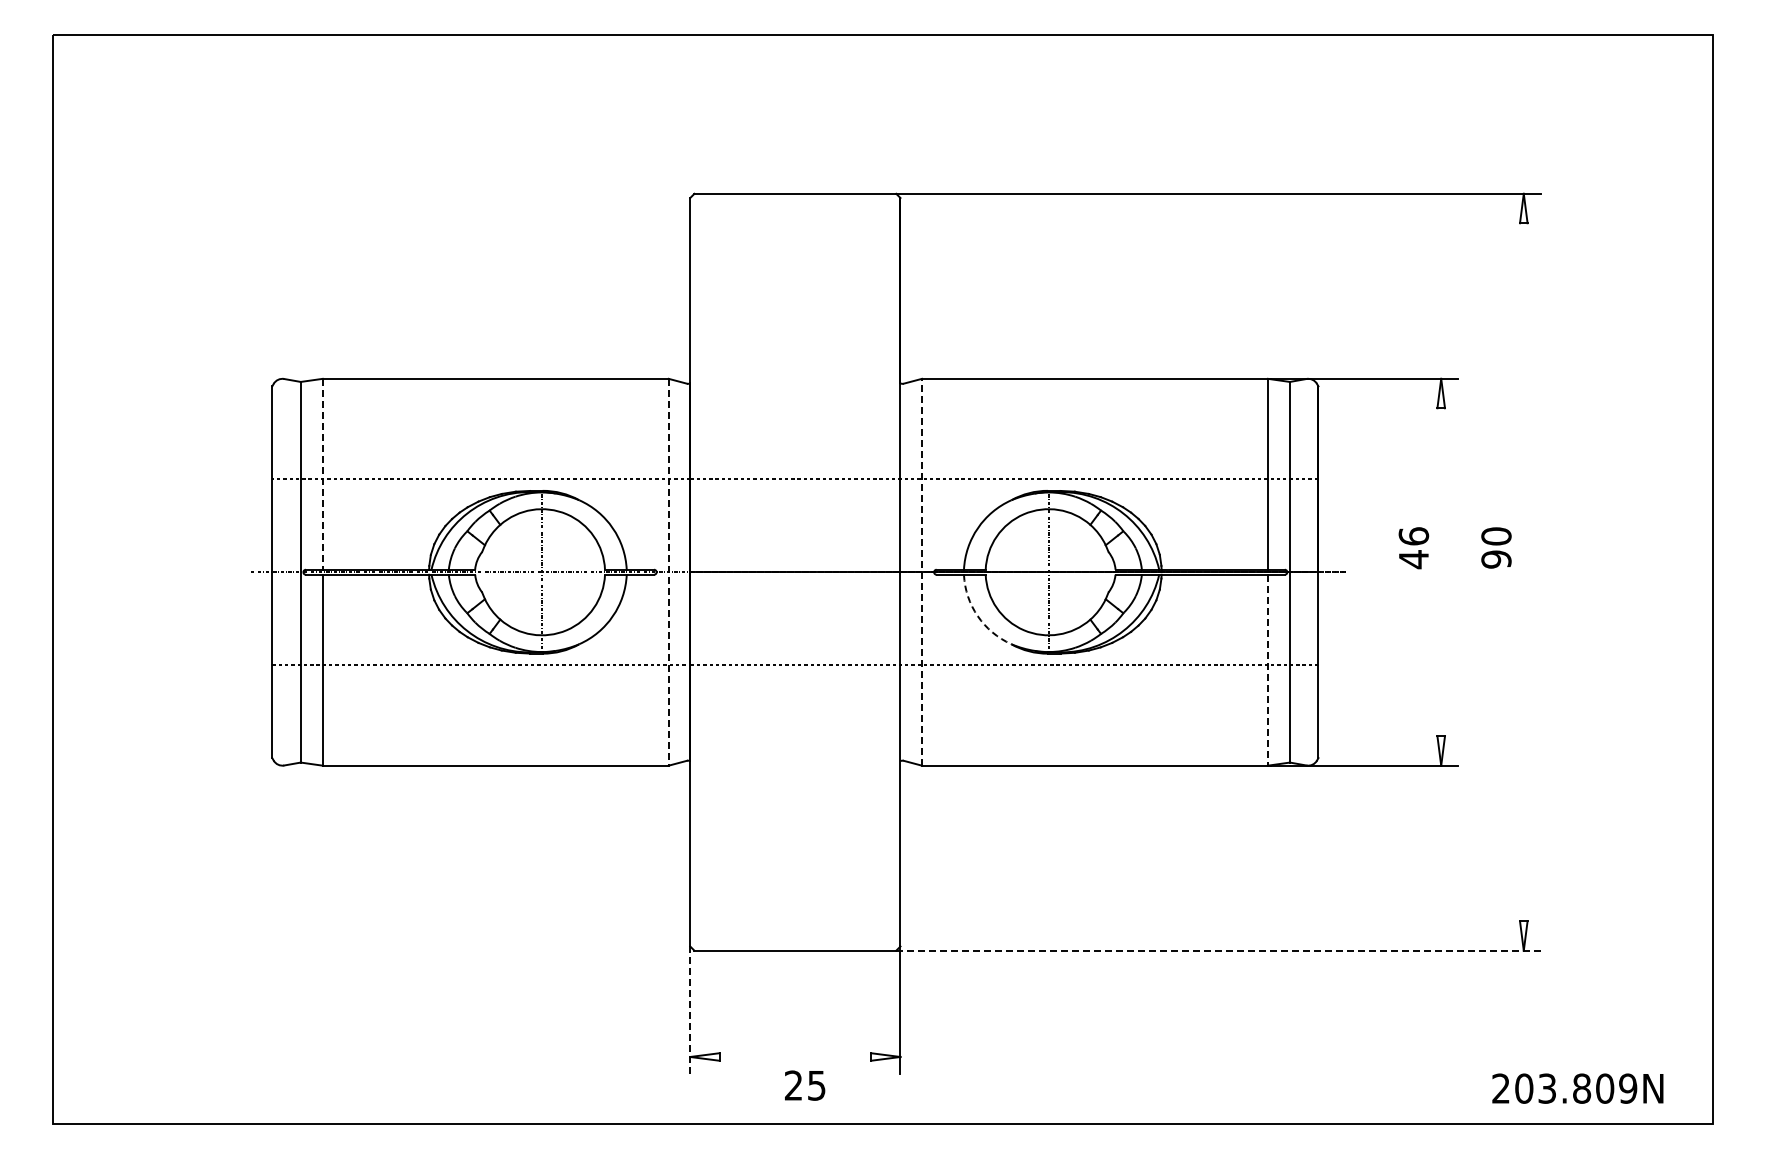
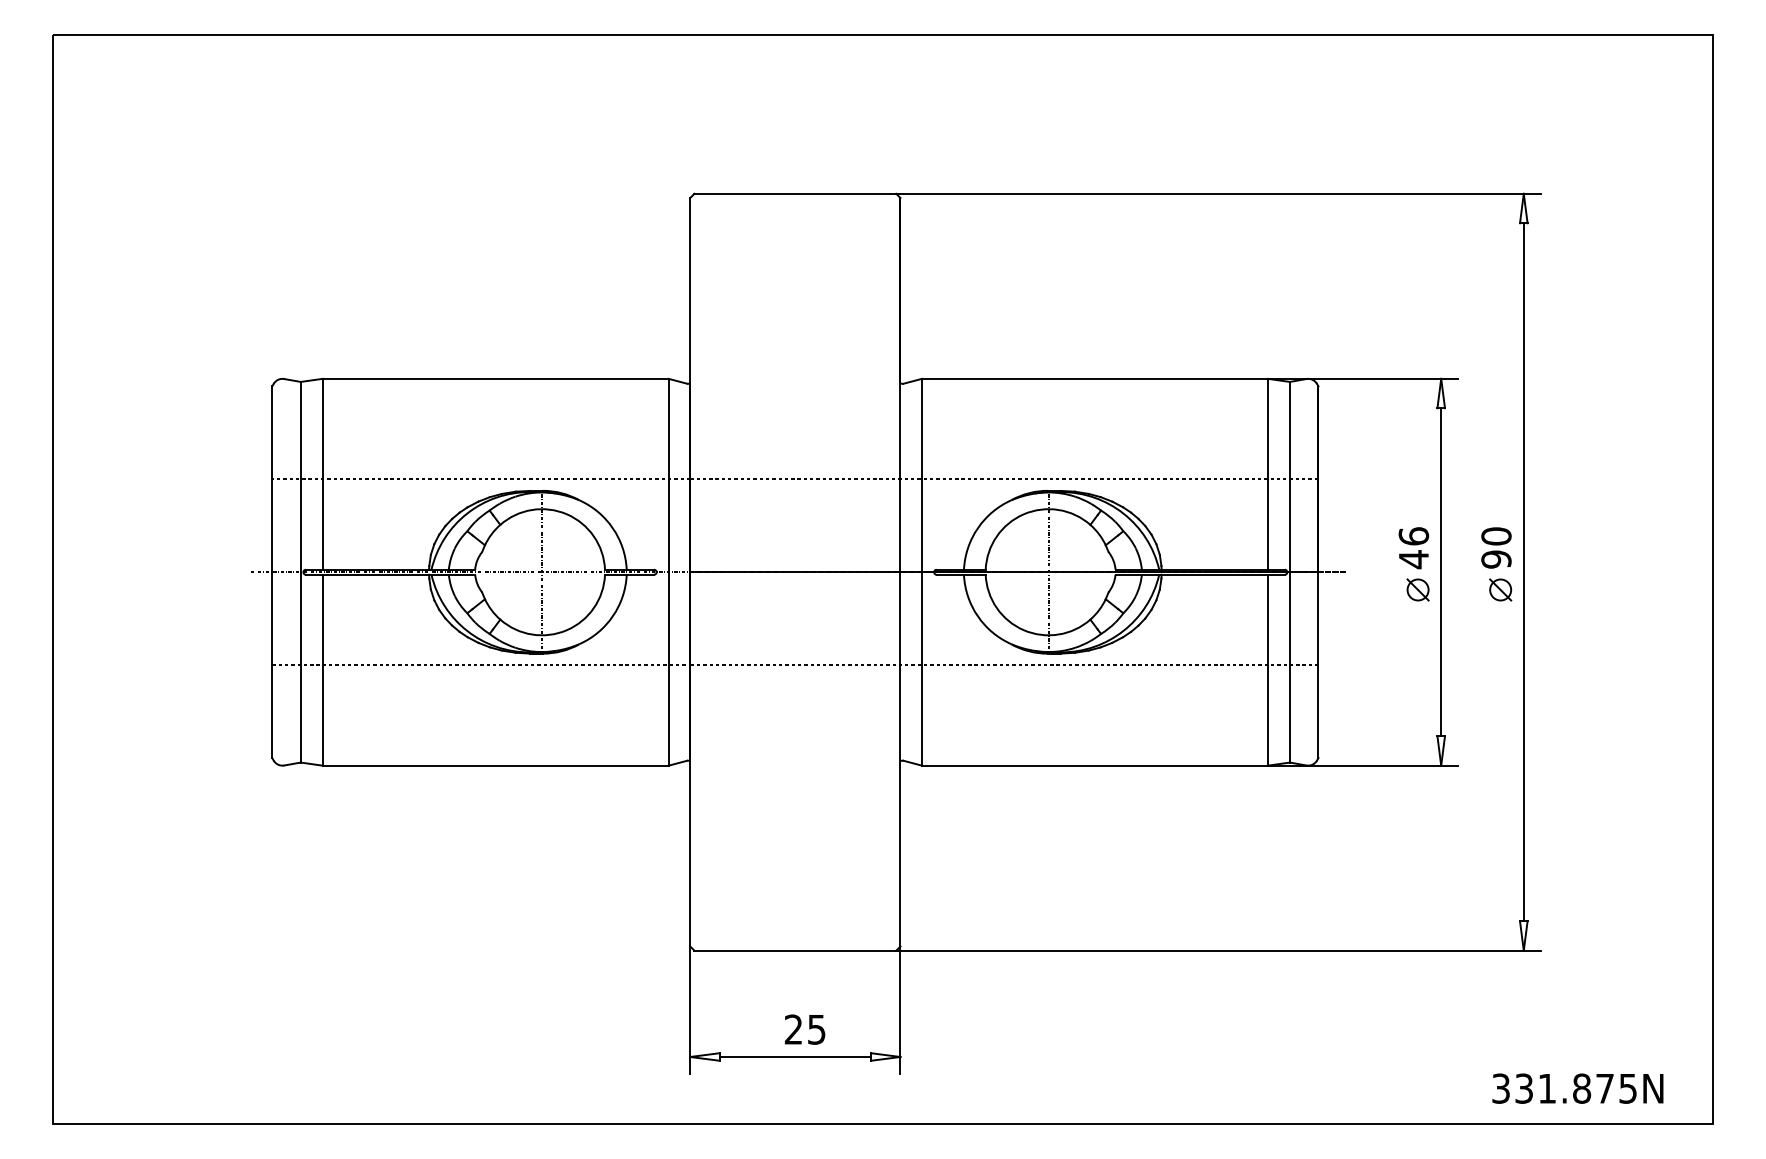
line at (322, 474): dashed -> solid
line at (922, 571): dashed -> solid
line at (668, 572): dashed -> solid
line at (1441, 572): none -> present
line at (1523, 572): none -> present
part at (1417, 589): none -> present
part at (1500, 589): none -> present
arc at (977, 616): dashed -> solid
line at (1267, 670): dashed -> solid
line at (1217, 950): dashed -> solid
line at (690, 1010): dashed -> solid
line at (795, 1056): none -> present
text at (805, 1085) position: (805, 1085) -> (805, 1029)
text at (1564, 1088): 203.809N -> 331.875N
